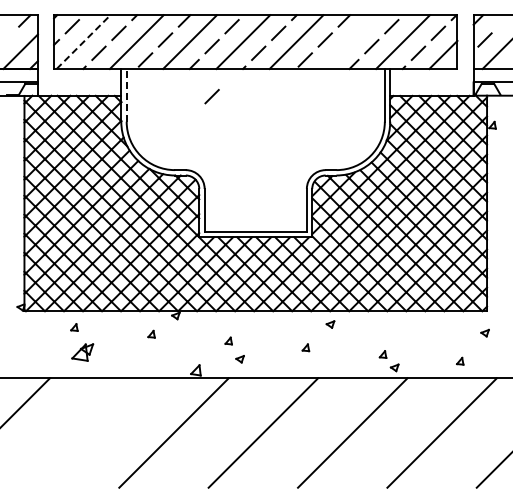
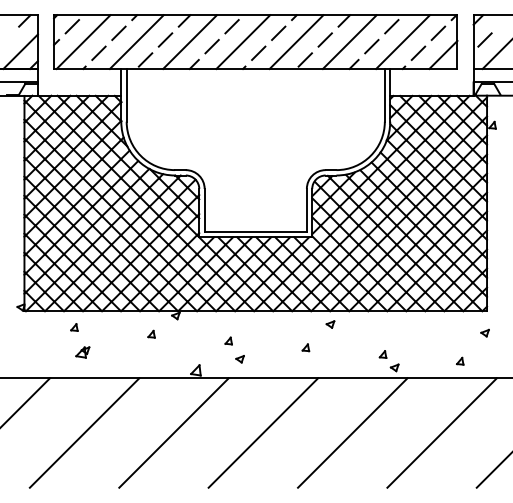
line at (83, 41): dashed -> solid
line at (349, 42): none -> present
line at (126, 94): dashed -> solid
line at (211, 96): present -> none
part at (82, 352) size: 24x19 px -> 16x13 px
line at (84, 432): none -> present
